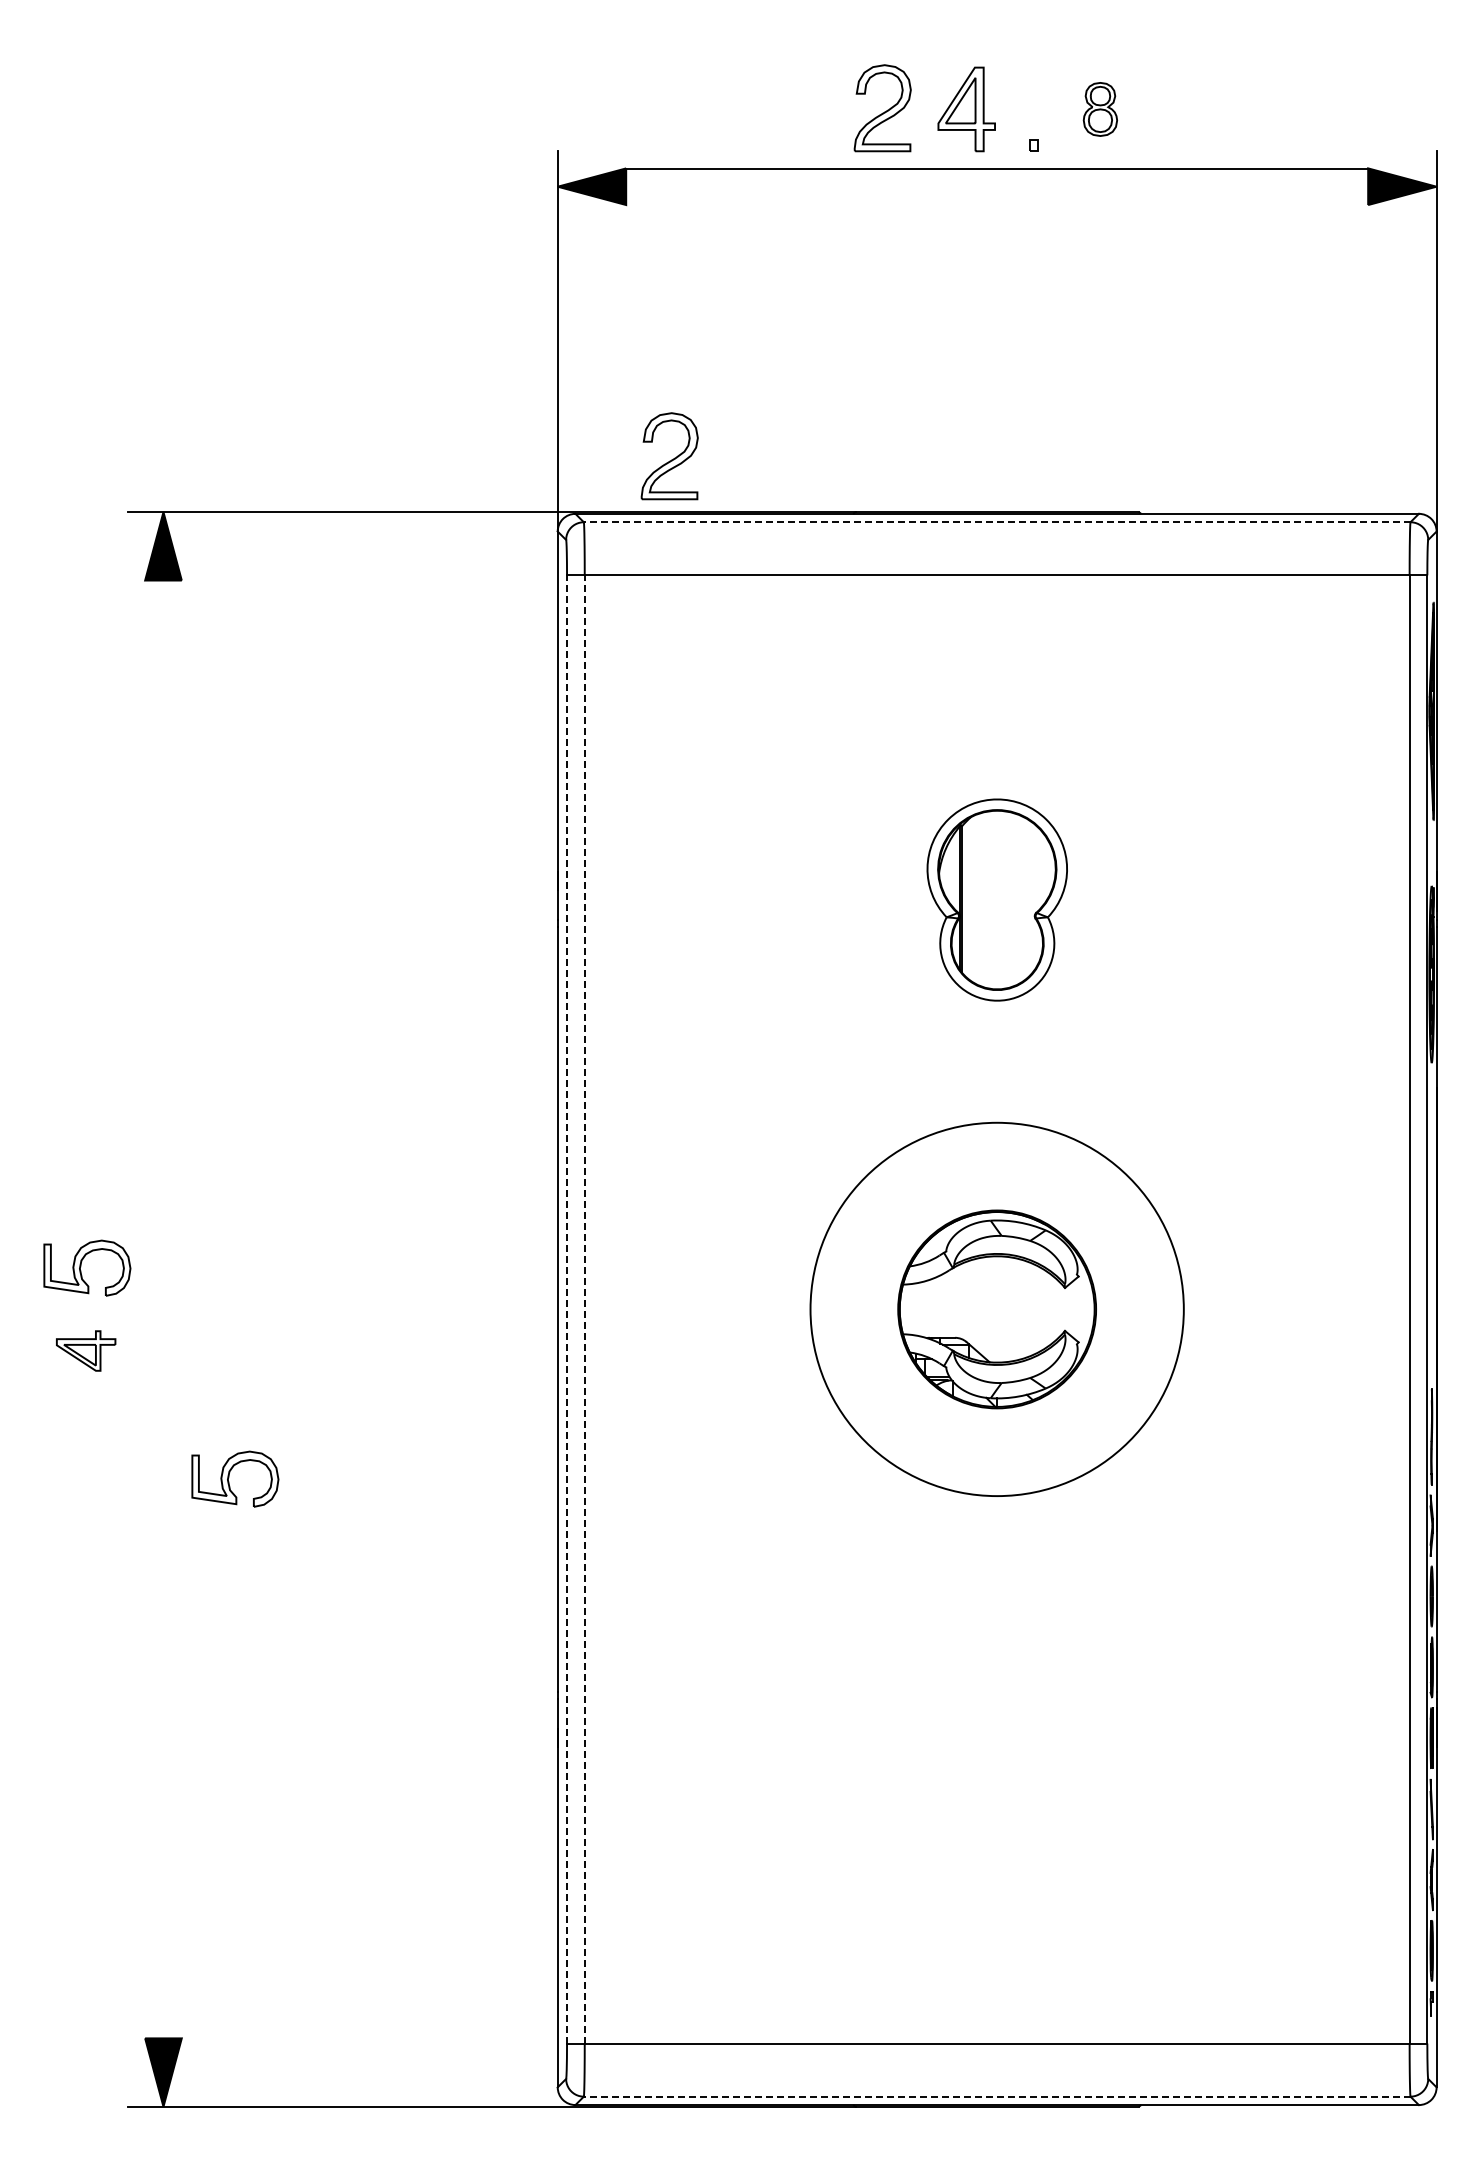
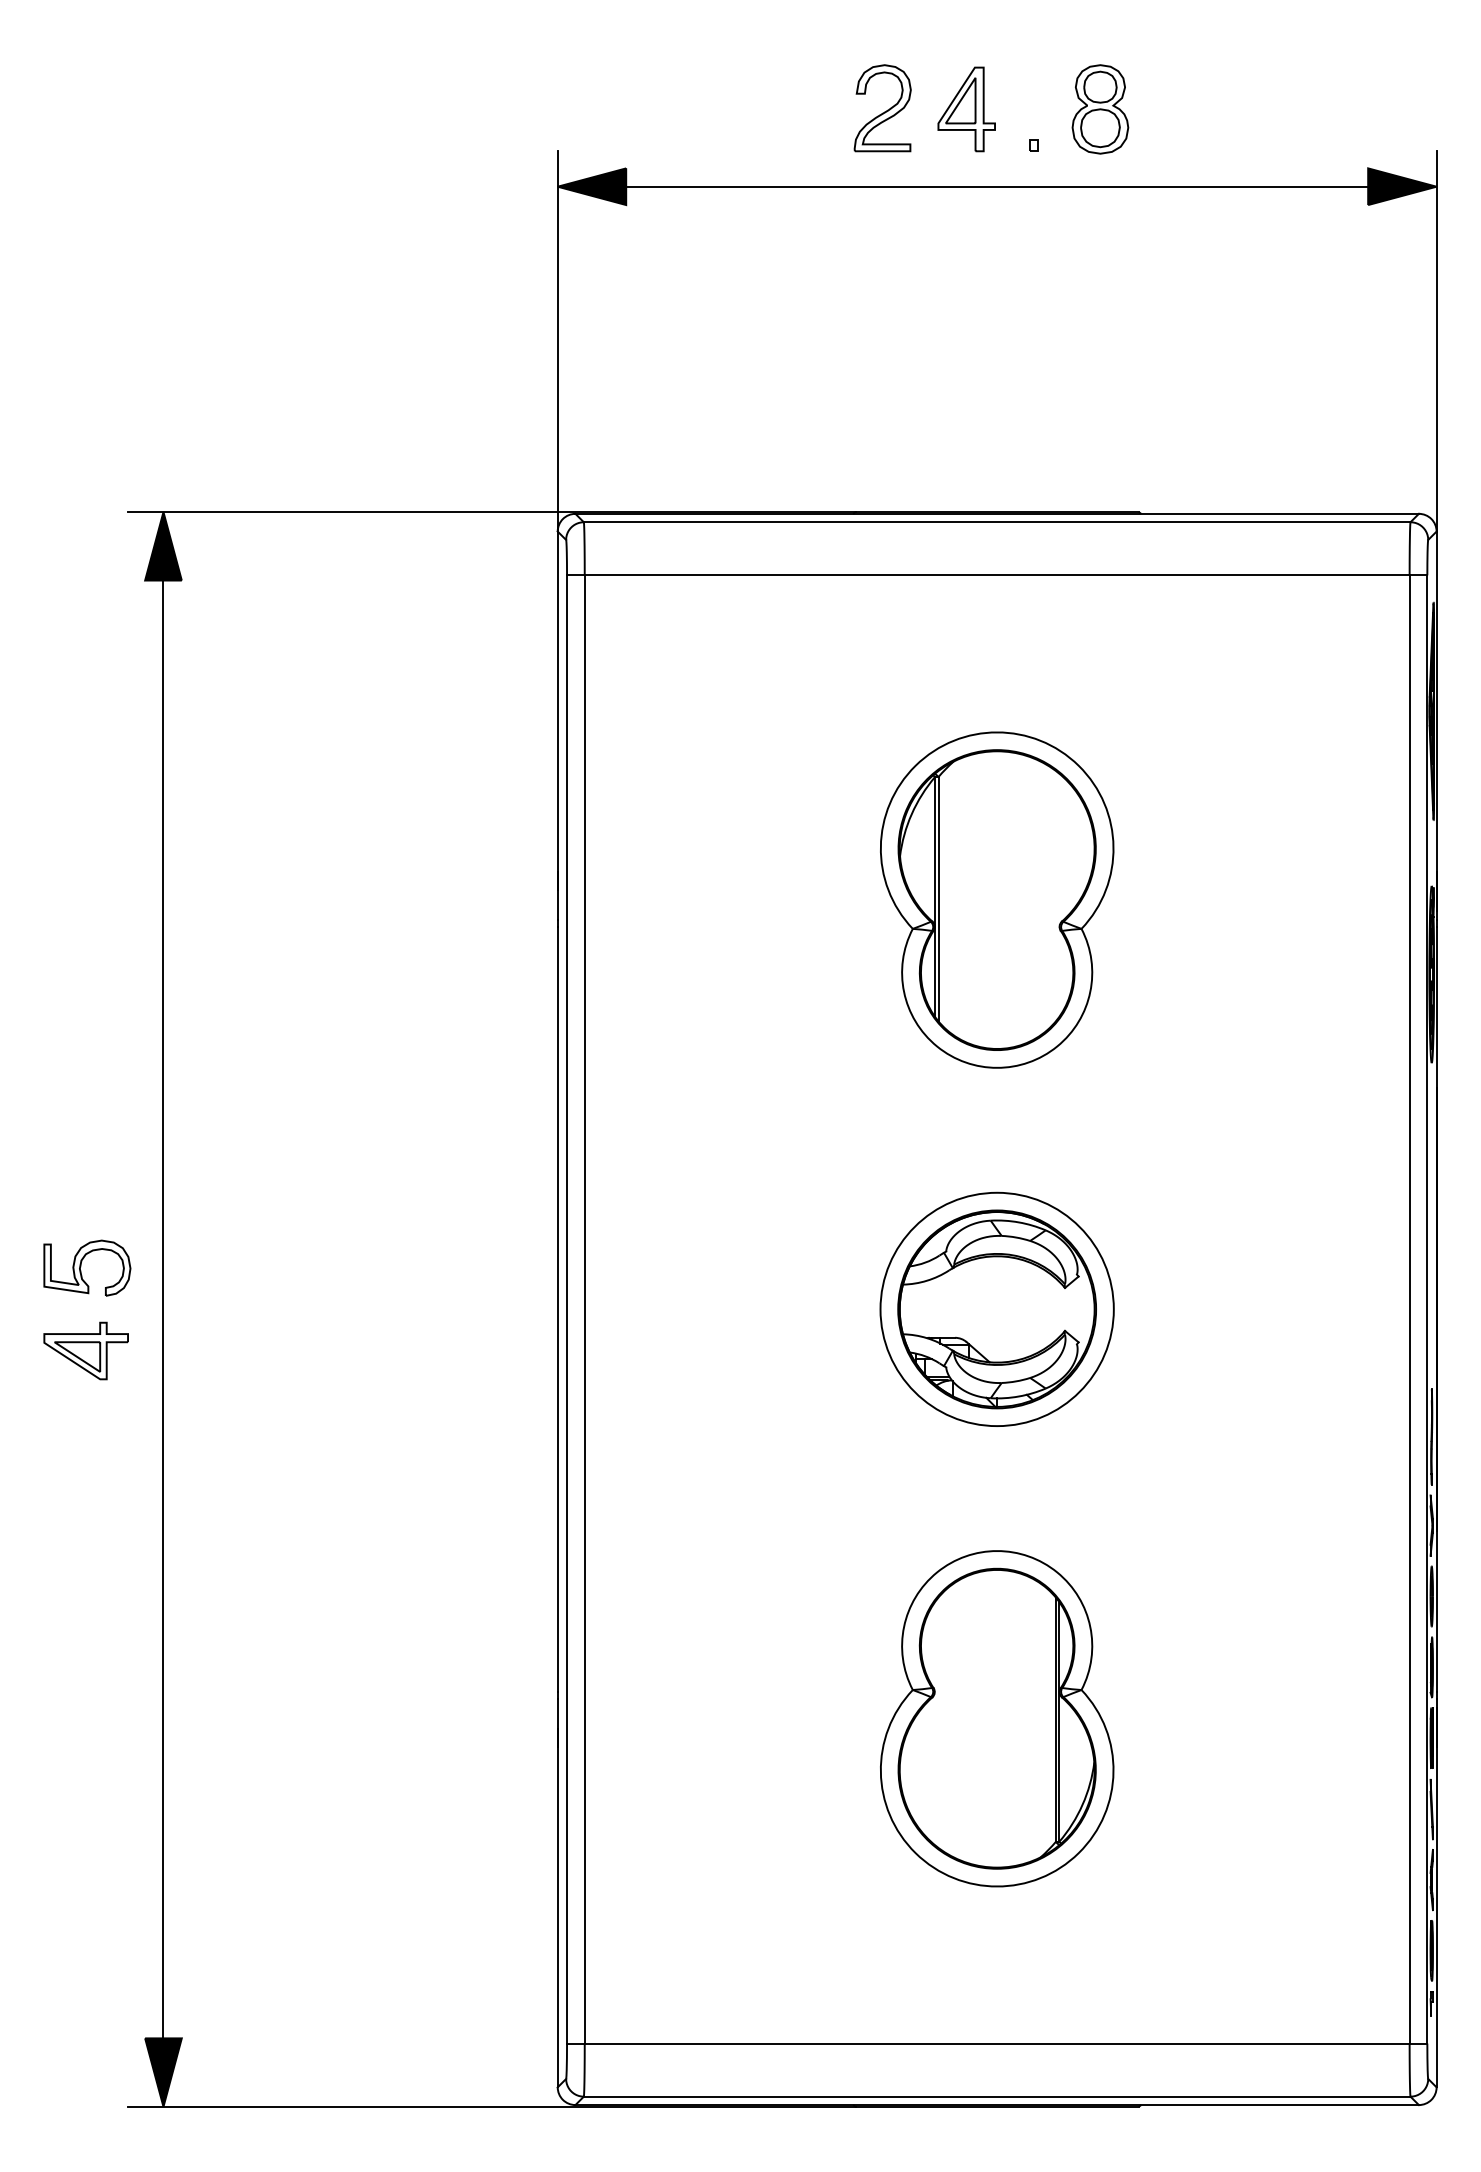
part at (1099, 109) size: 36x55 px -> 59x91 px
line at (997, 168) position: (997, 168) -> (997, 186)
part at (669, 456): present -> none
line at (996, 522): dashed -> solid
part at (996, 899) size: 142x204 px -> 235x338 px
line at (567, 1308): dashed -> solid
line at (584, 1308): dashed -> solid
line at (163, 1309): none -> present
circle at (996, 1309) diameter: 373 px -> 233 px
part at (86, 1350) size: 61x42 px -> 86x60 px
part at (229, 1477): present -> none
part at (997, 1718): none -> present
line at (996, 2096): dashed -> solid
